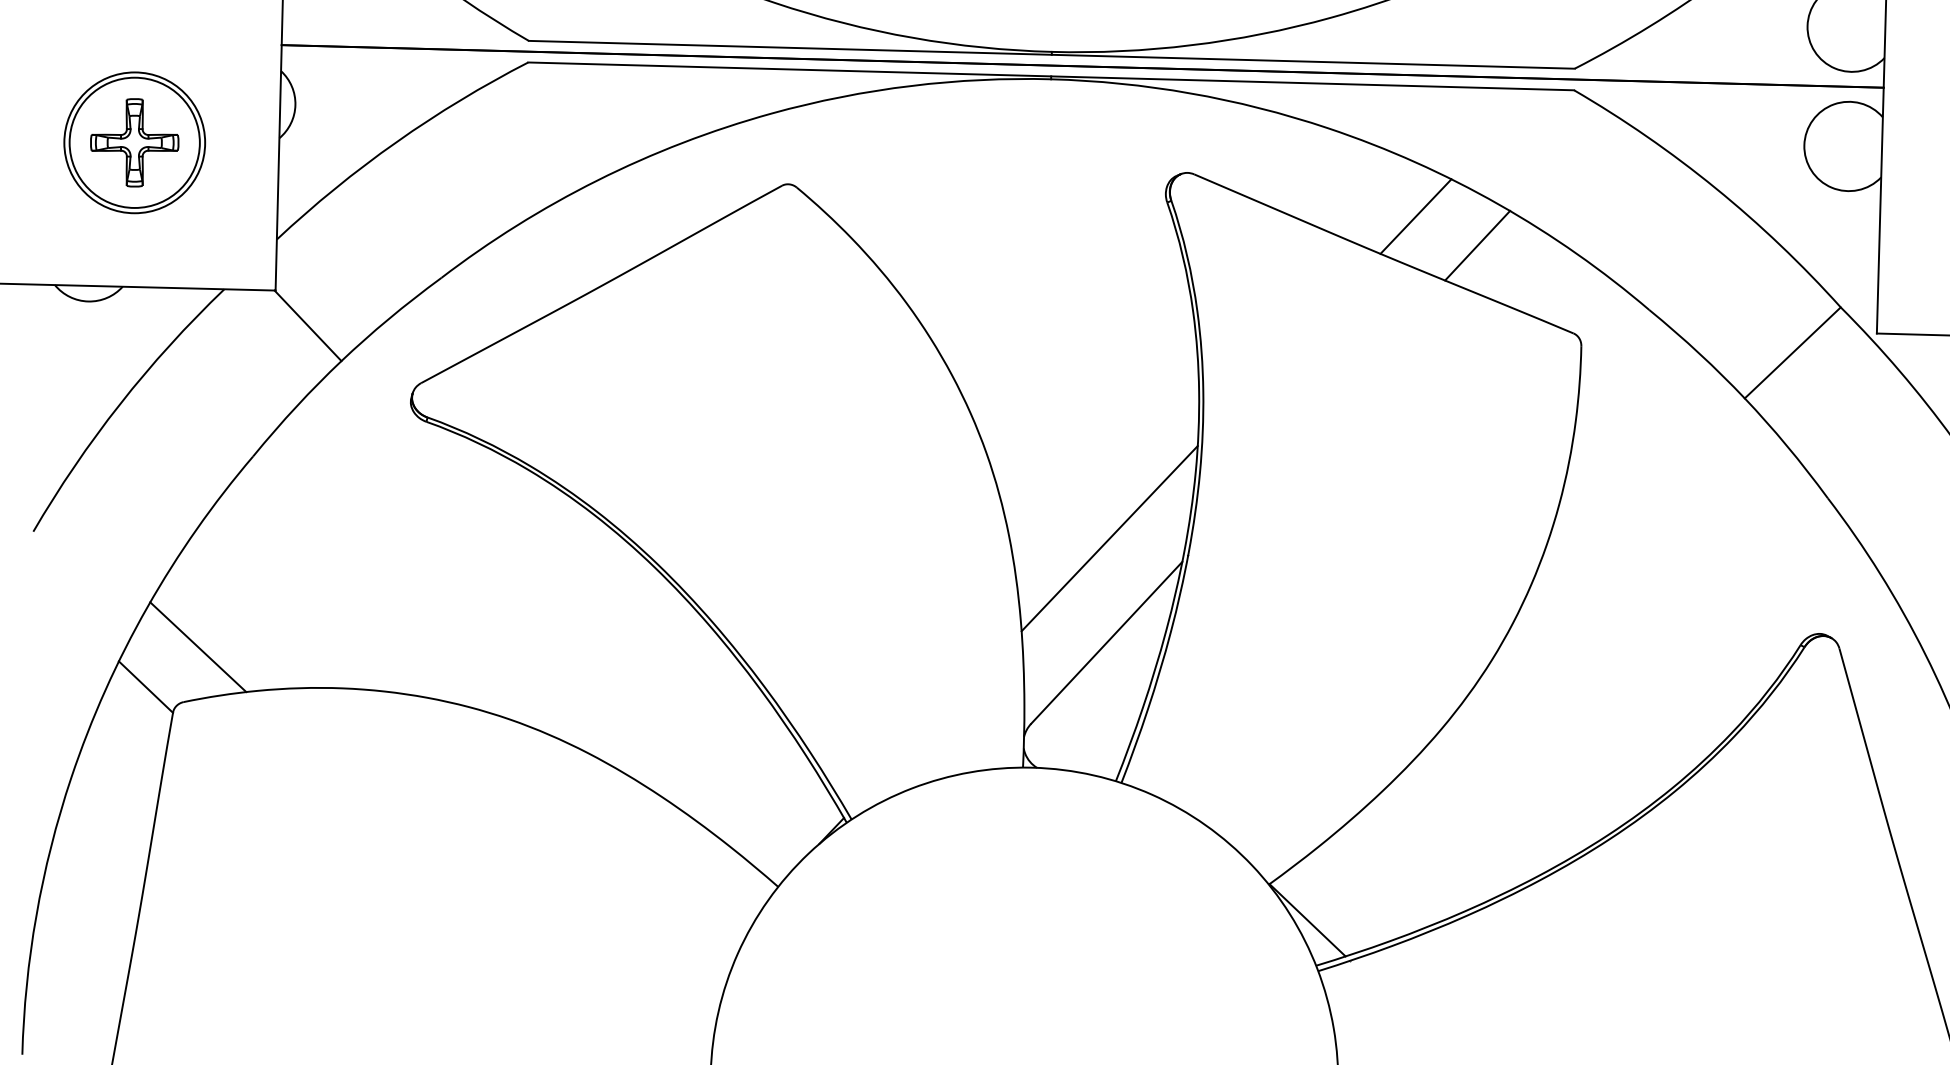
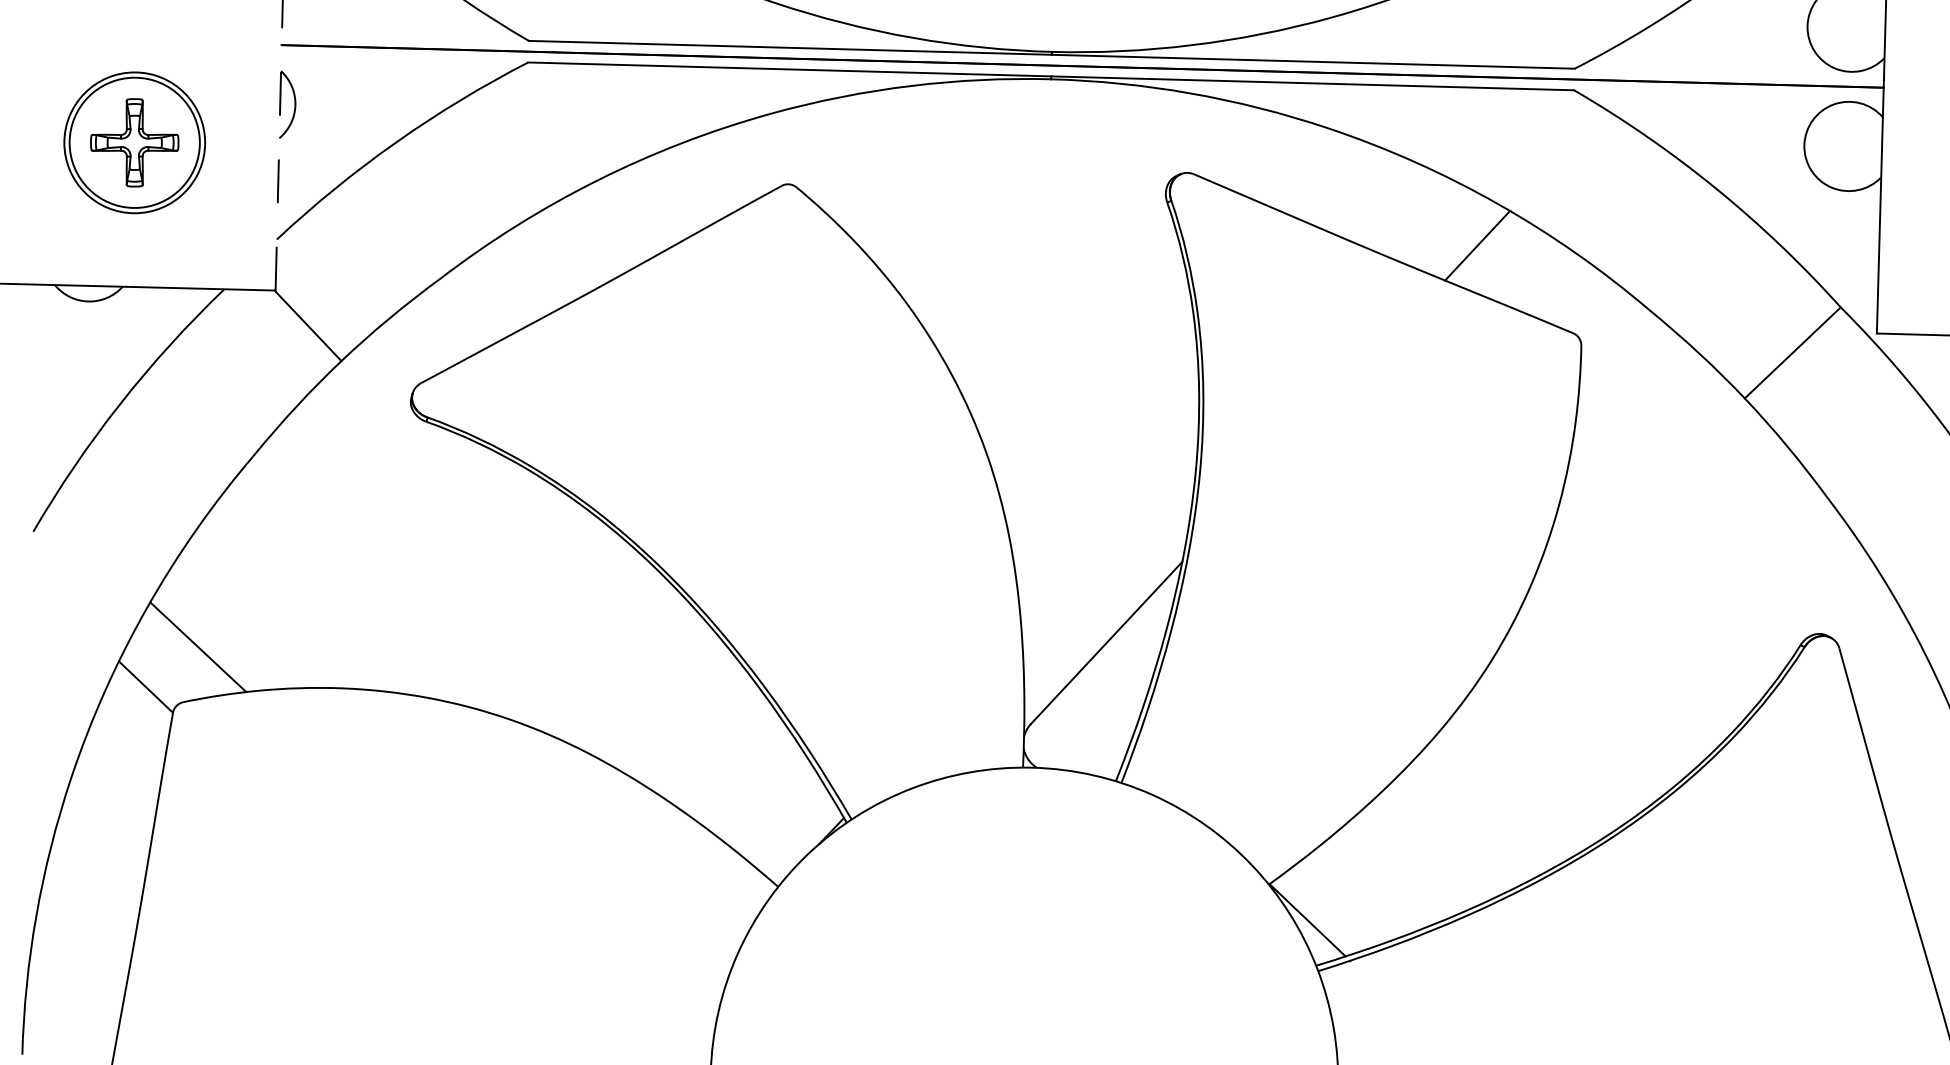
line at (279, 145): solid -> dashed
line at (1415, 216): present -> none
line at (1109, 538): present -> none
